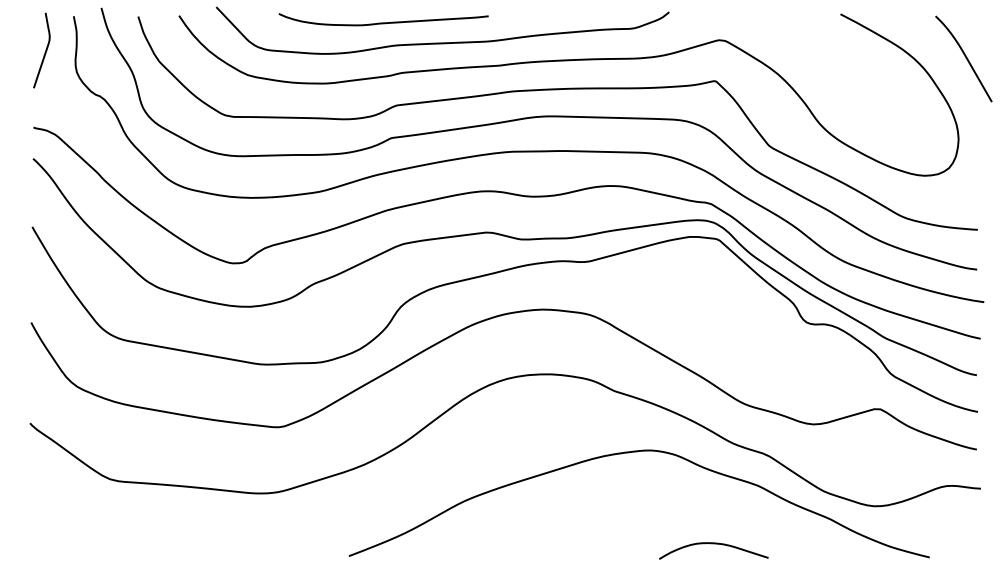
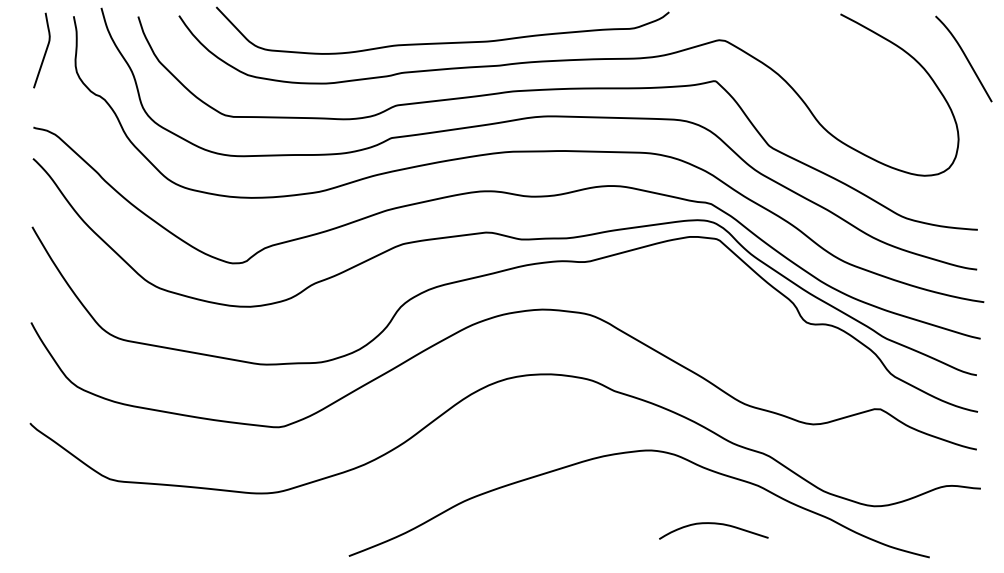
curve at (383, 22): present -> none
curve at (713, 544) position: (713, 544) -> (713, 524)
